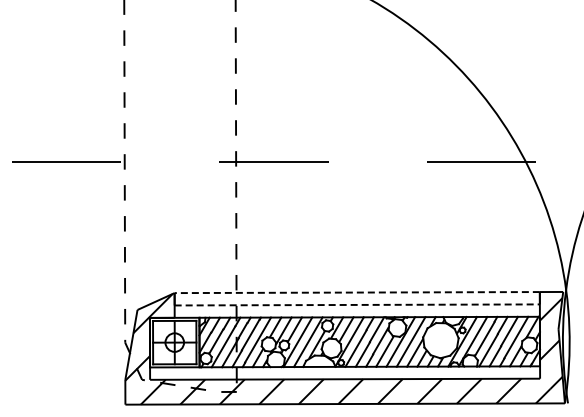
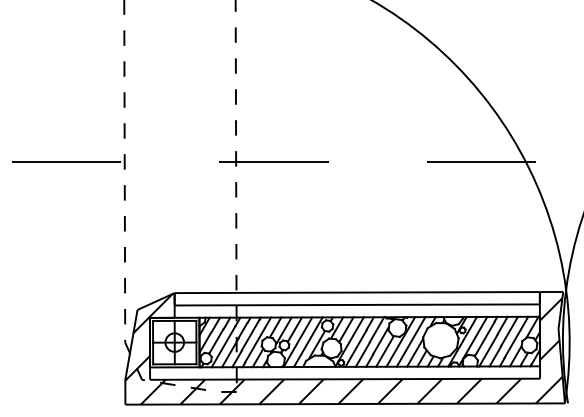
line at (357, 292): dashed -> solid
line at (357, 304): dashed -> solid
